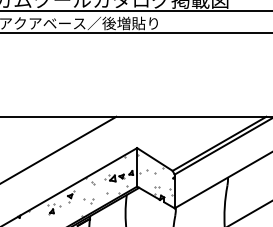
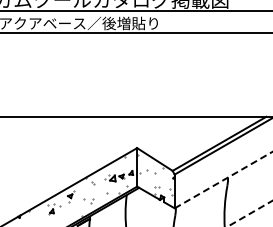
line at (59, 149): present -> none
line at (223, 179): solid -> dashed
line at (250, 213): solid -> dashed
